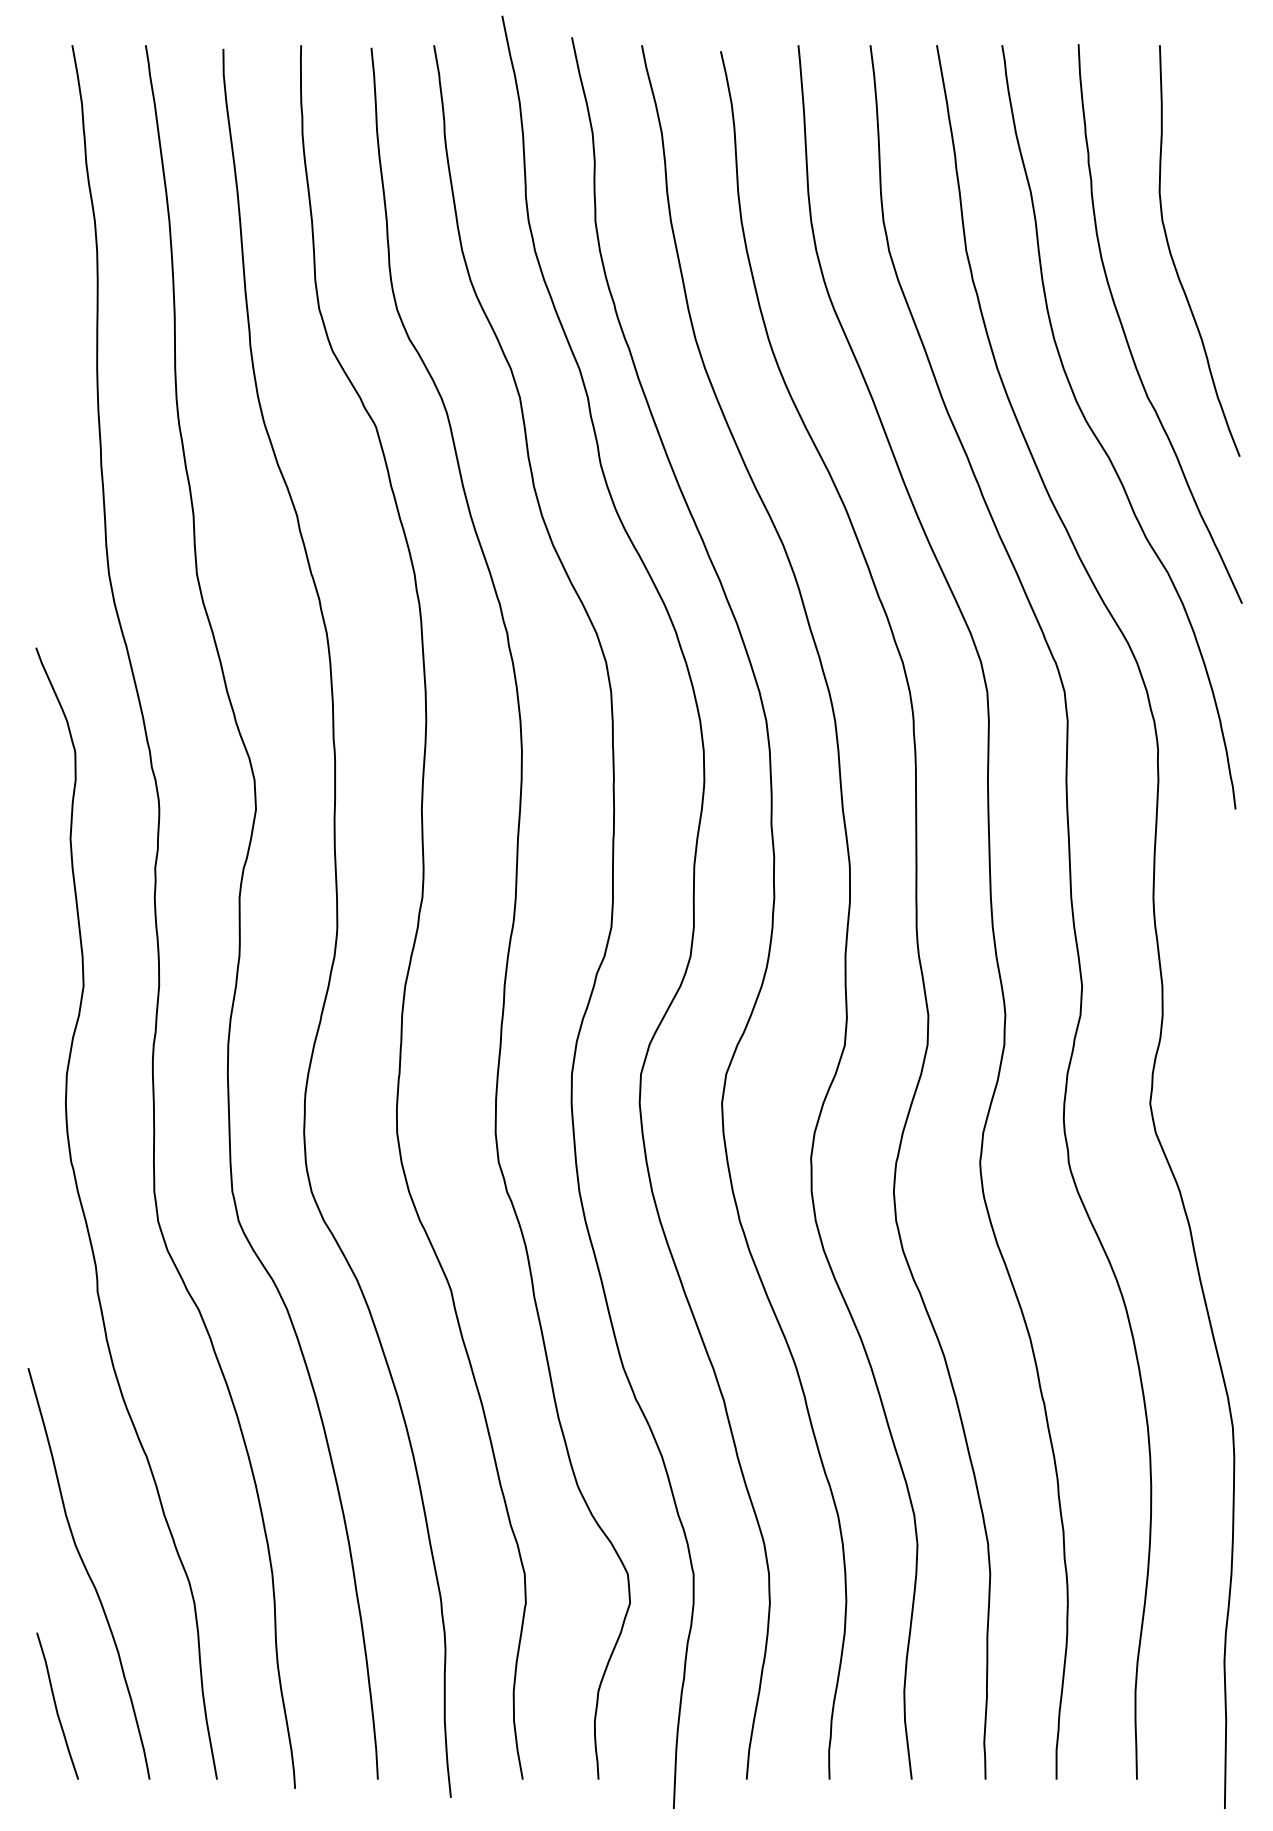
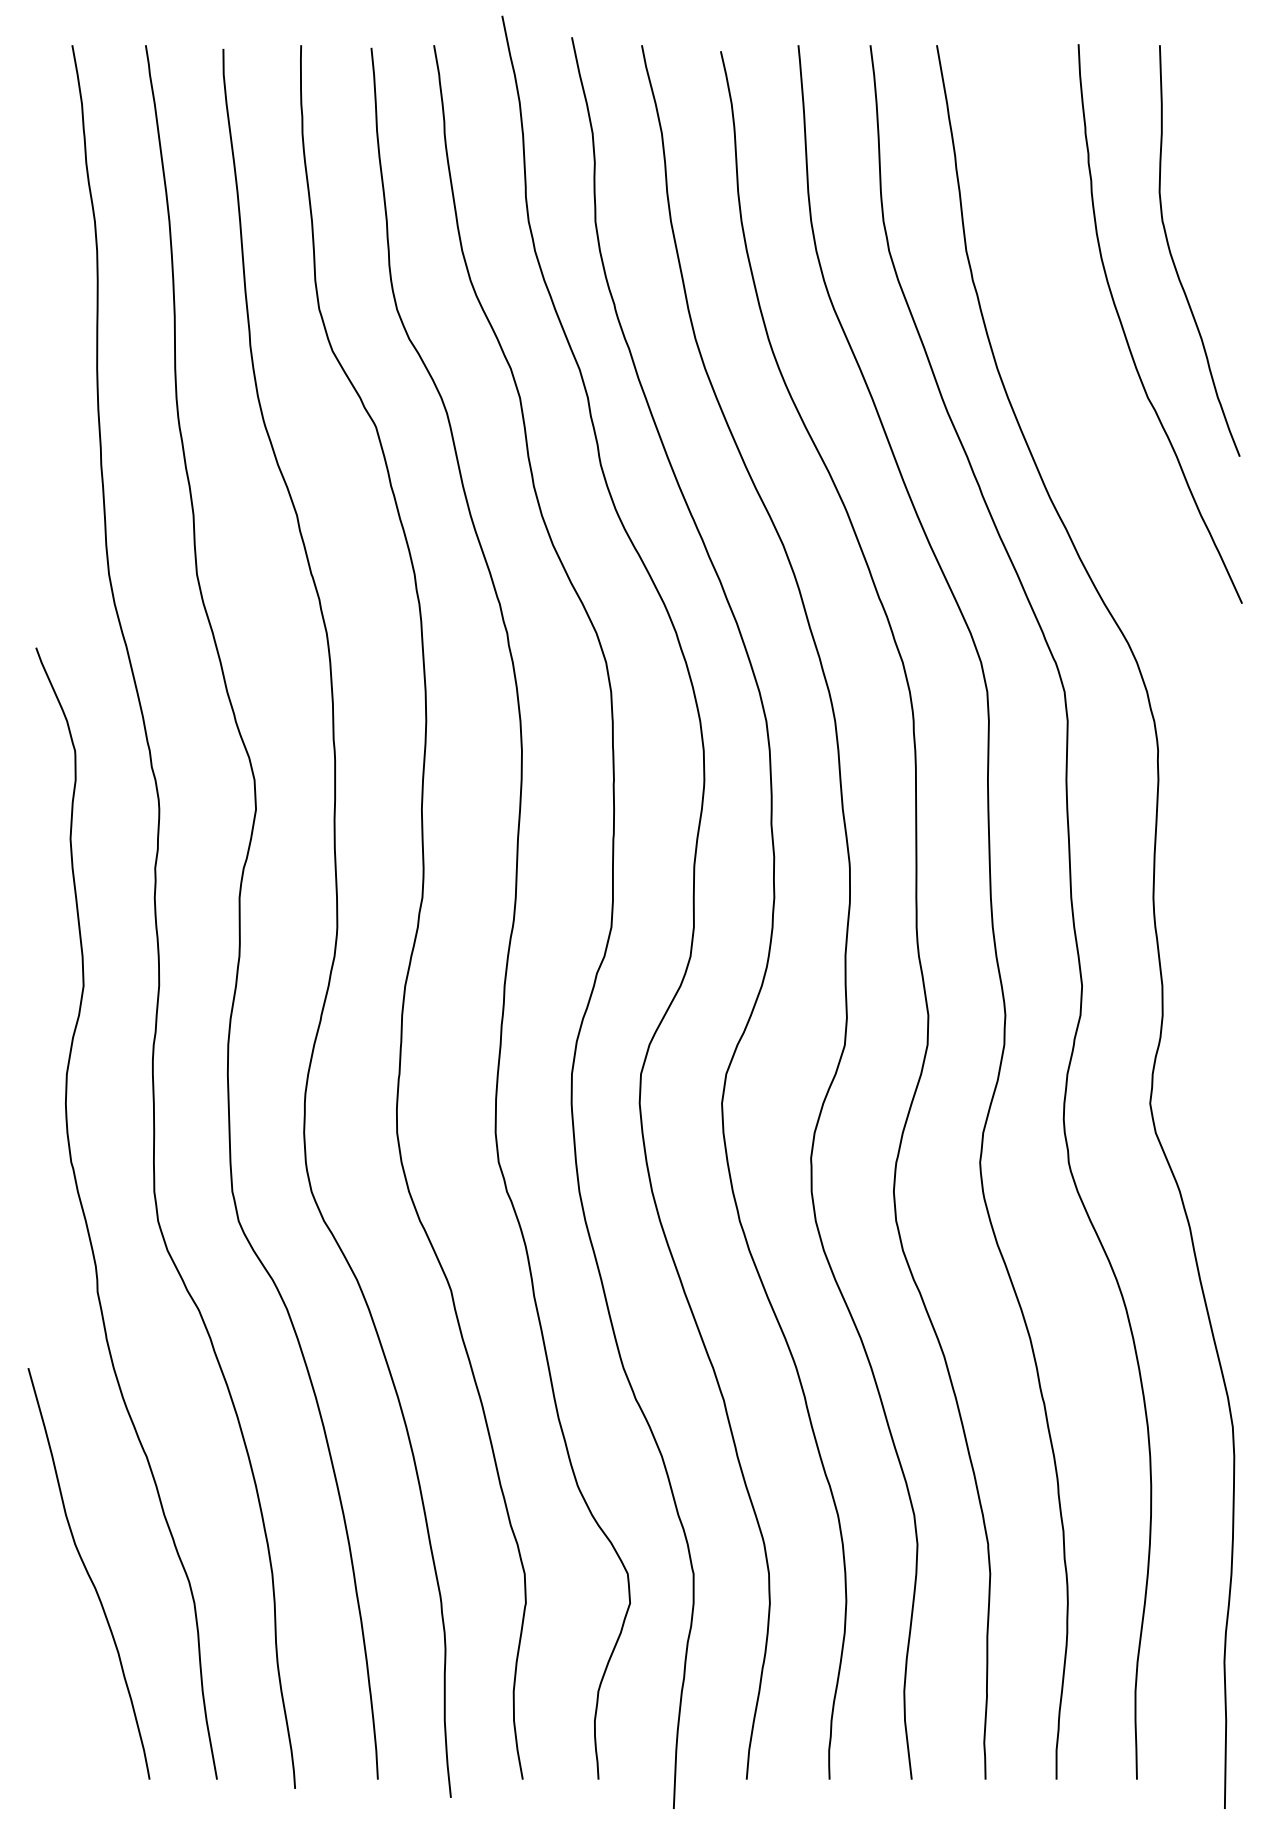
curve at (1099, 440): present -> none
curve at (56, 1705): present -> none
